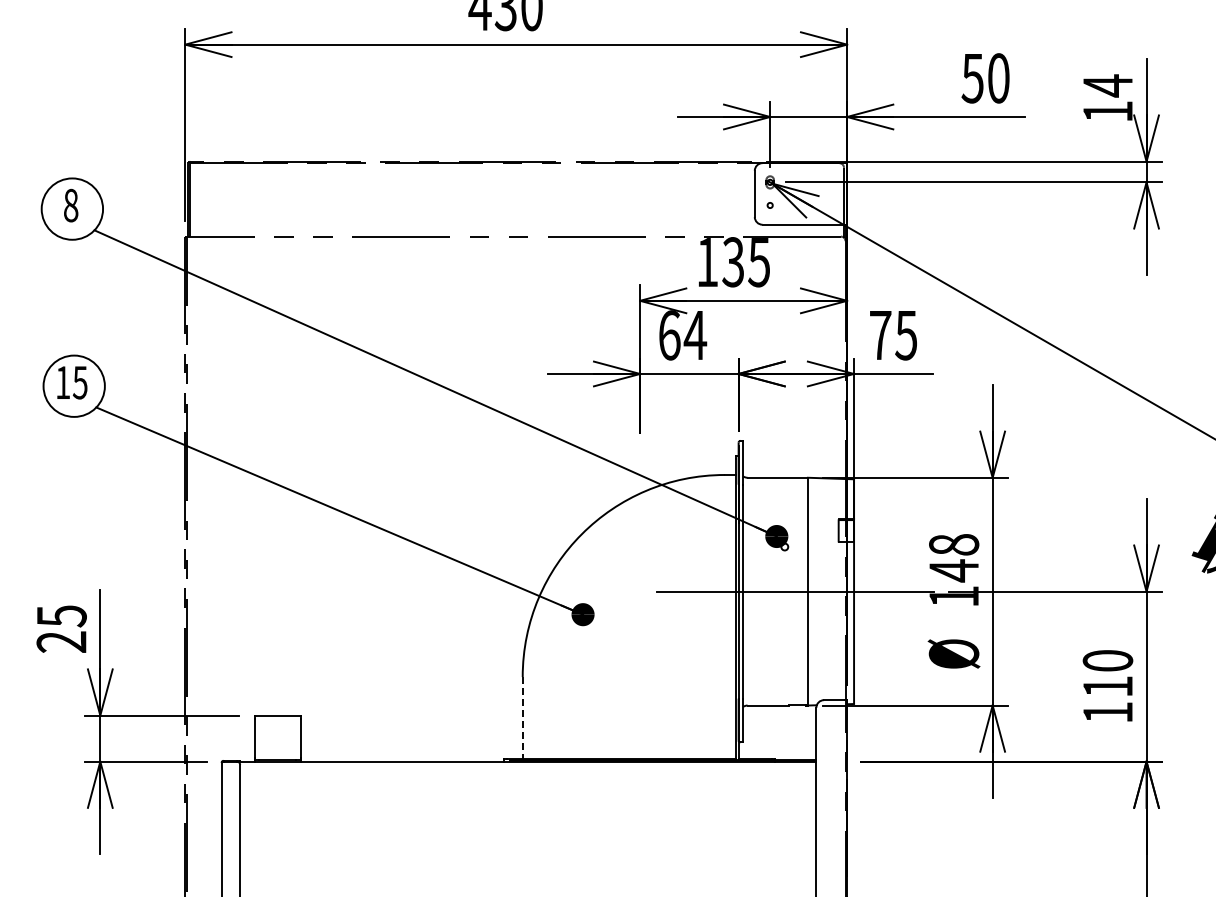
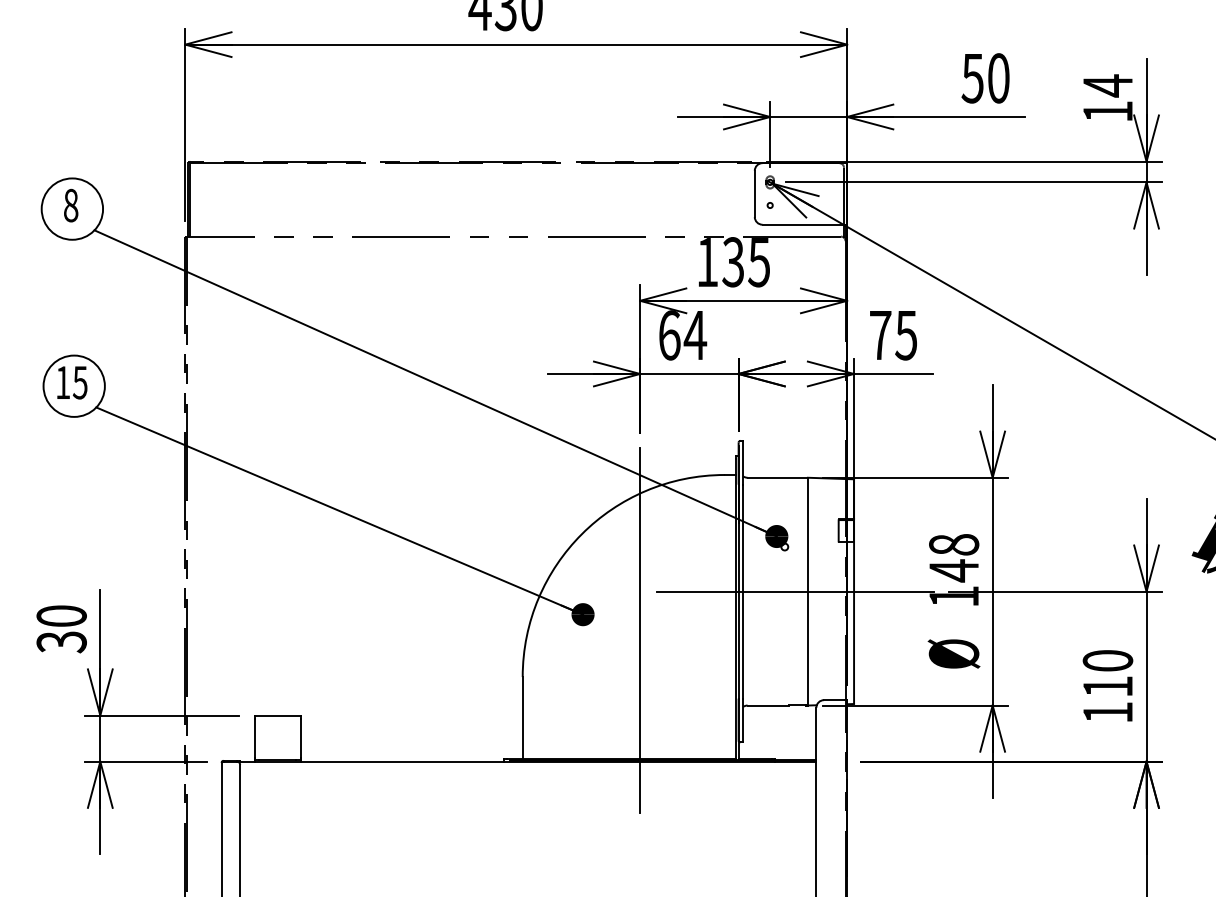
text at (61, 629): 25 -> 30
line at (640, 630): none -> present
line at (522, 717): dashed -> solid
